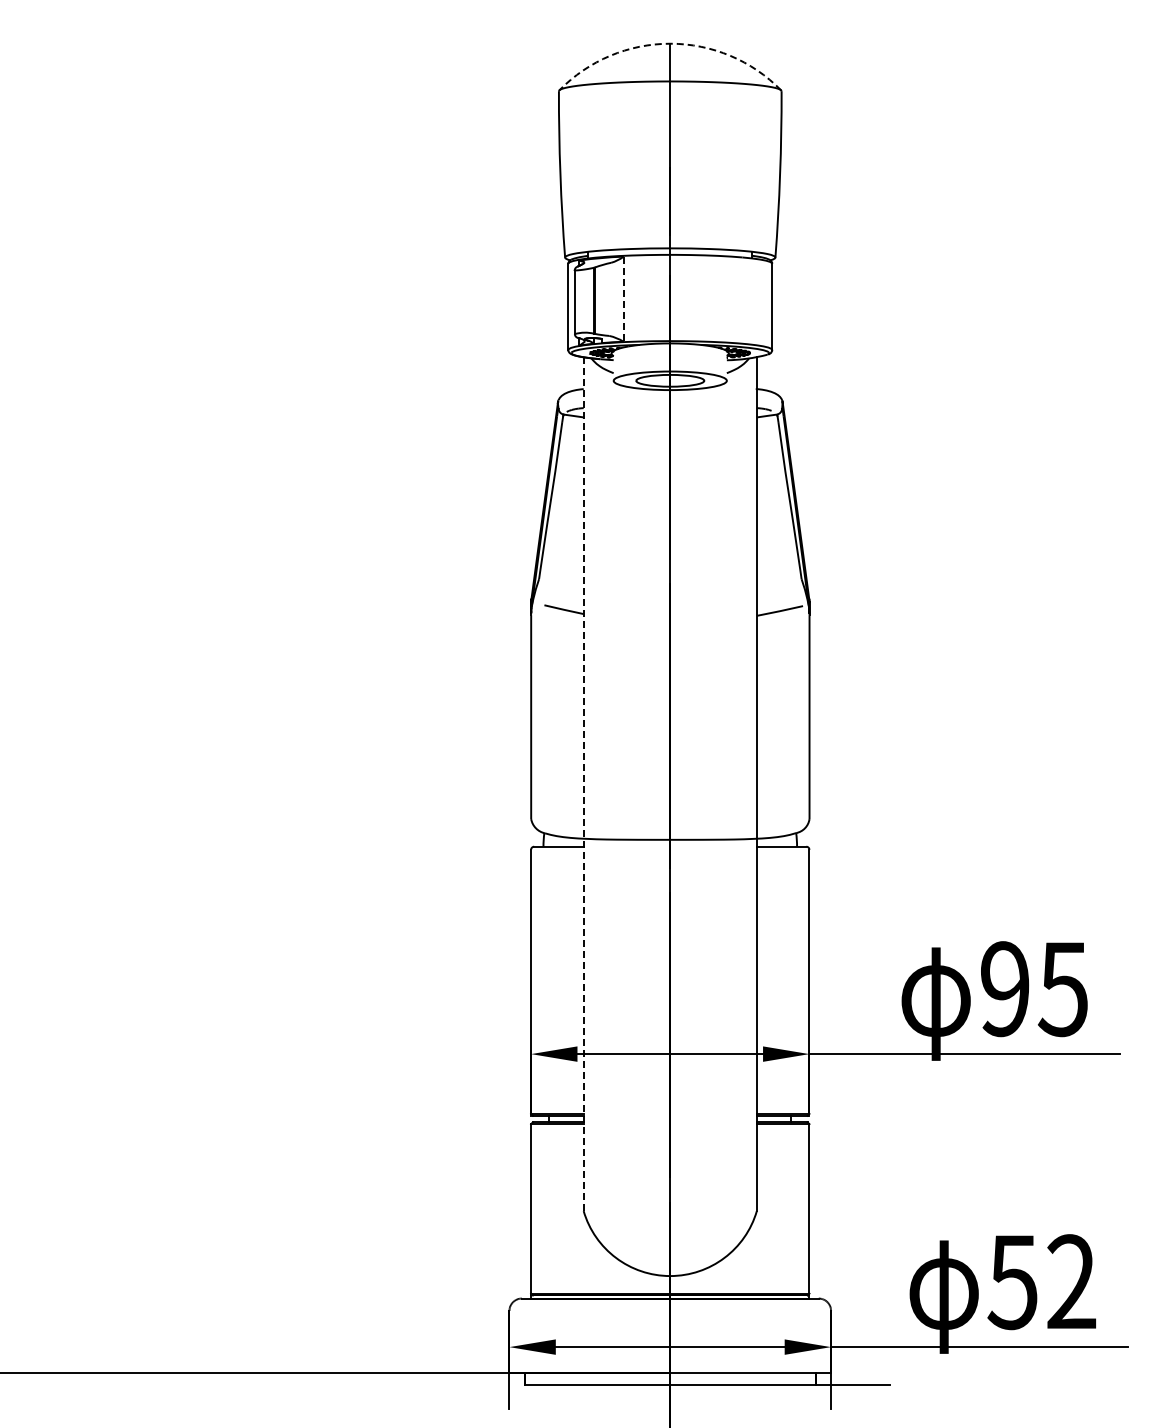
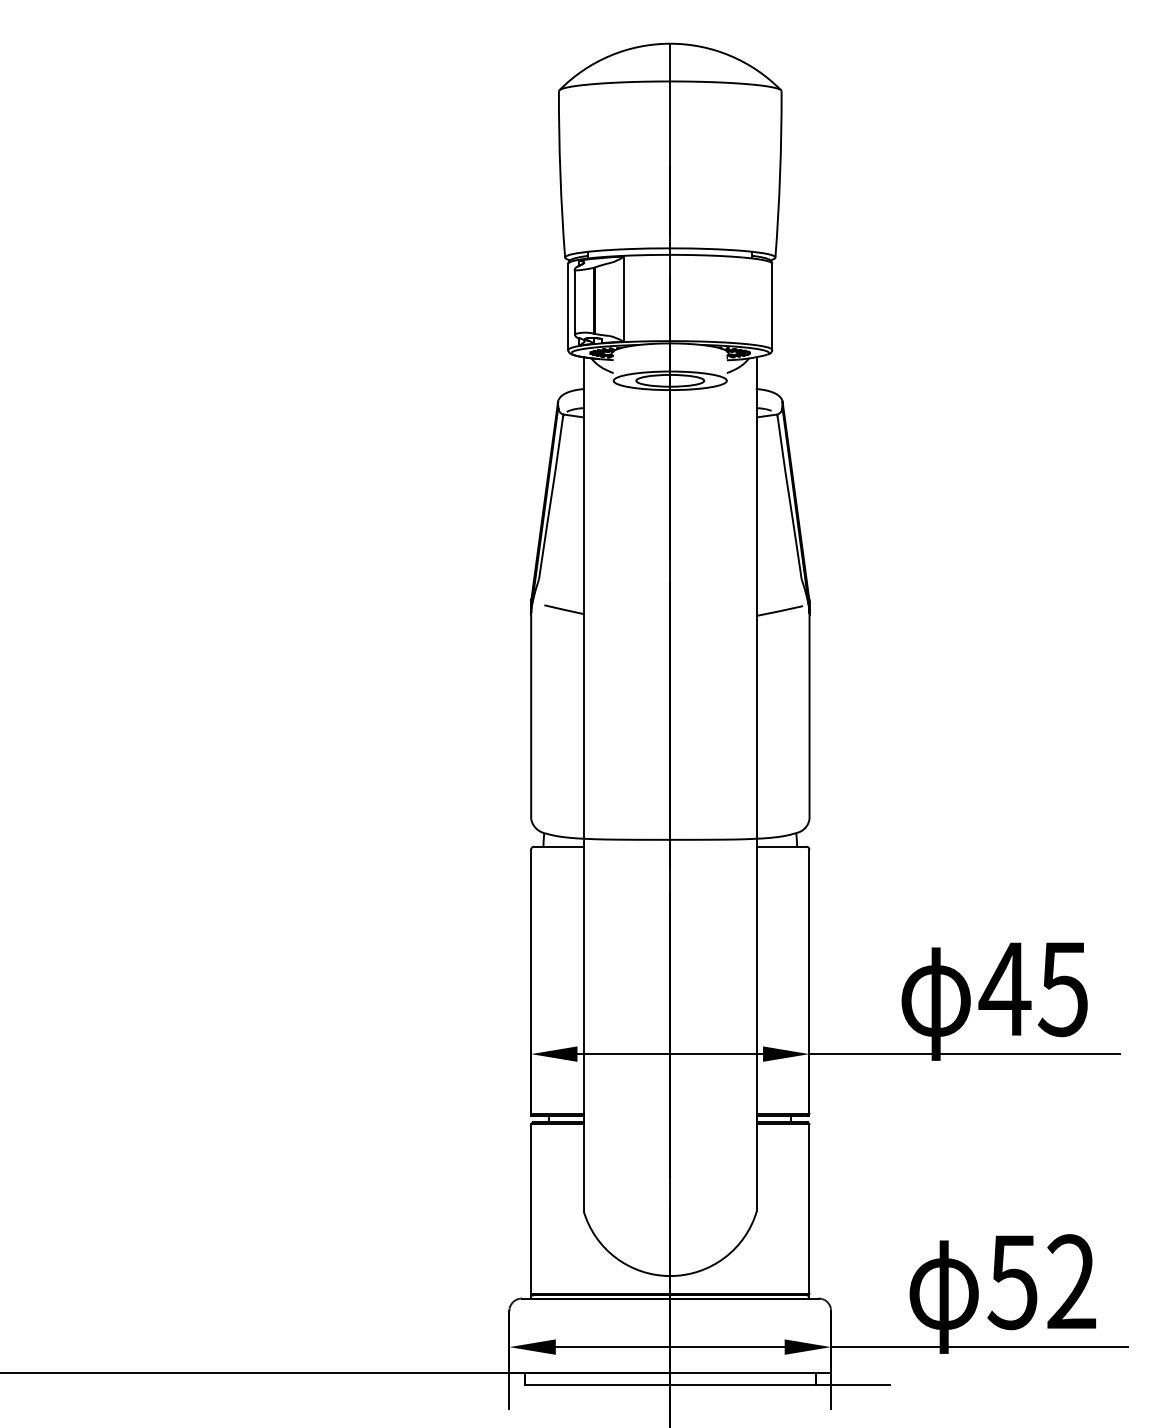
arc at (670, 43): dashed -> solid
line at (623, 299): dashed -> solid
line at (583, 784): dashed -> solid
text at (1004, 989): 95 -> 45
